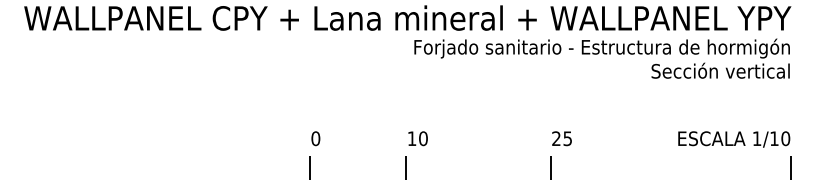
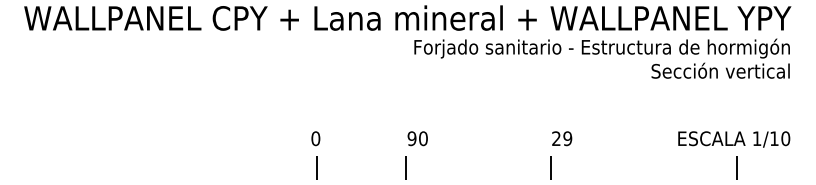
text at (411, 138): 10 -> 90
text at (567, 138): 25 -> 29
line at (309, 167) position: (309, 167) -> (316, 167)
line at (790, 167) position: (790, 167) -> (736, 167)
